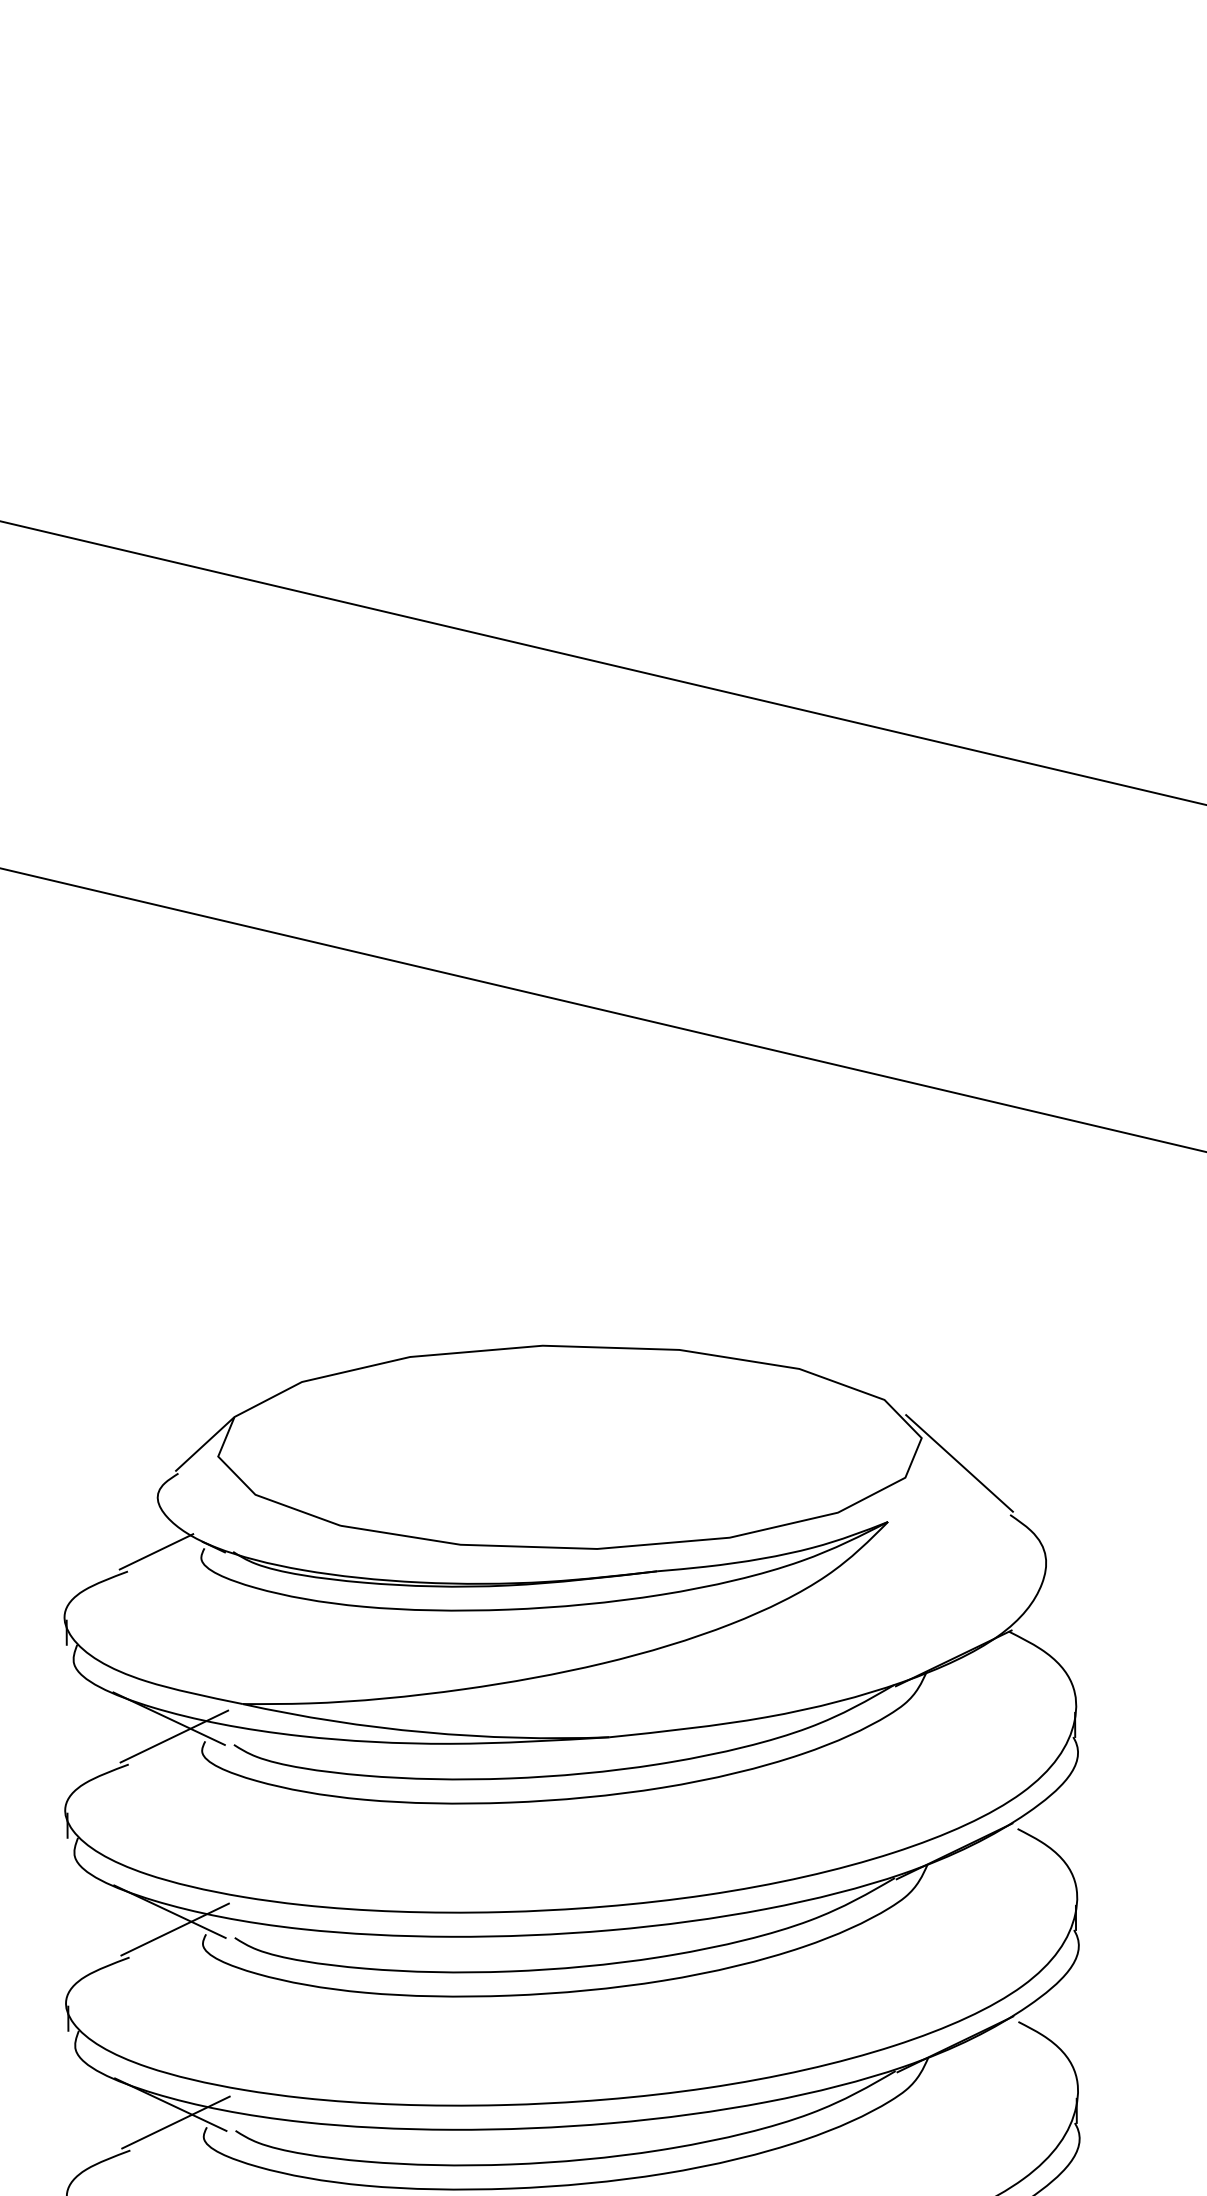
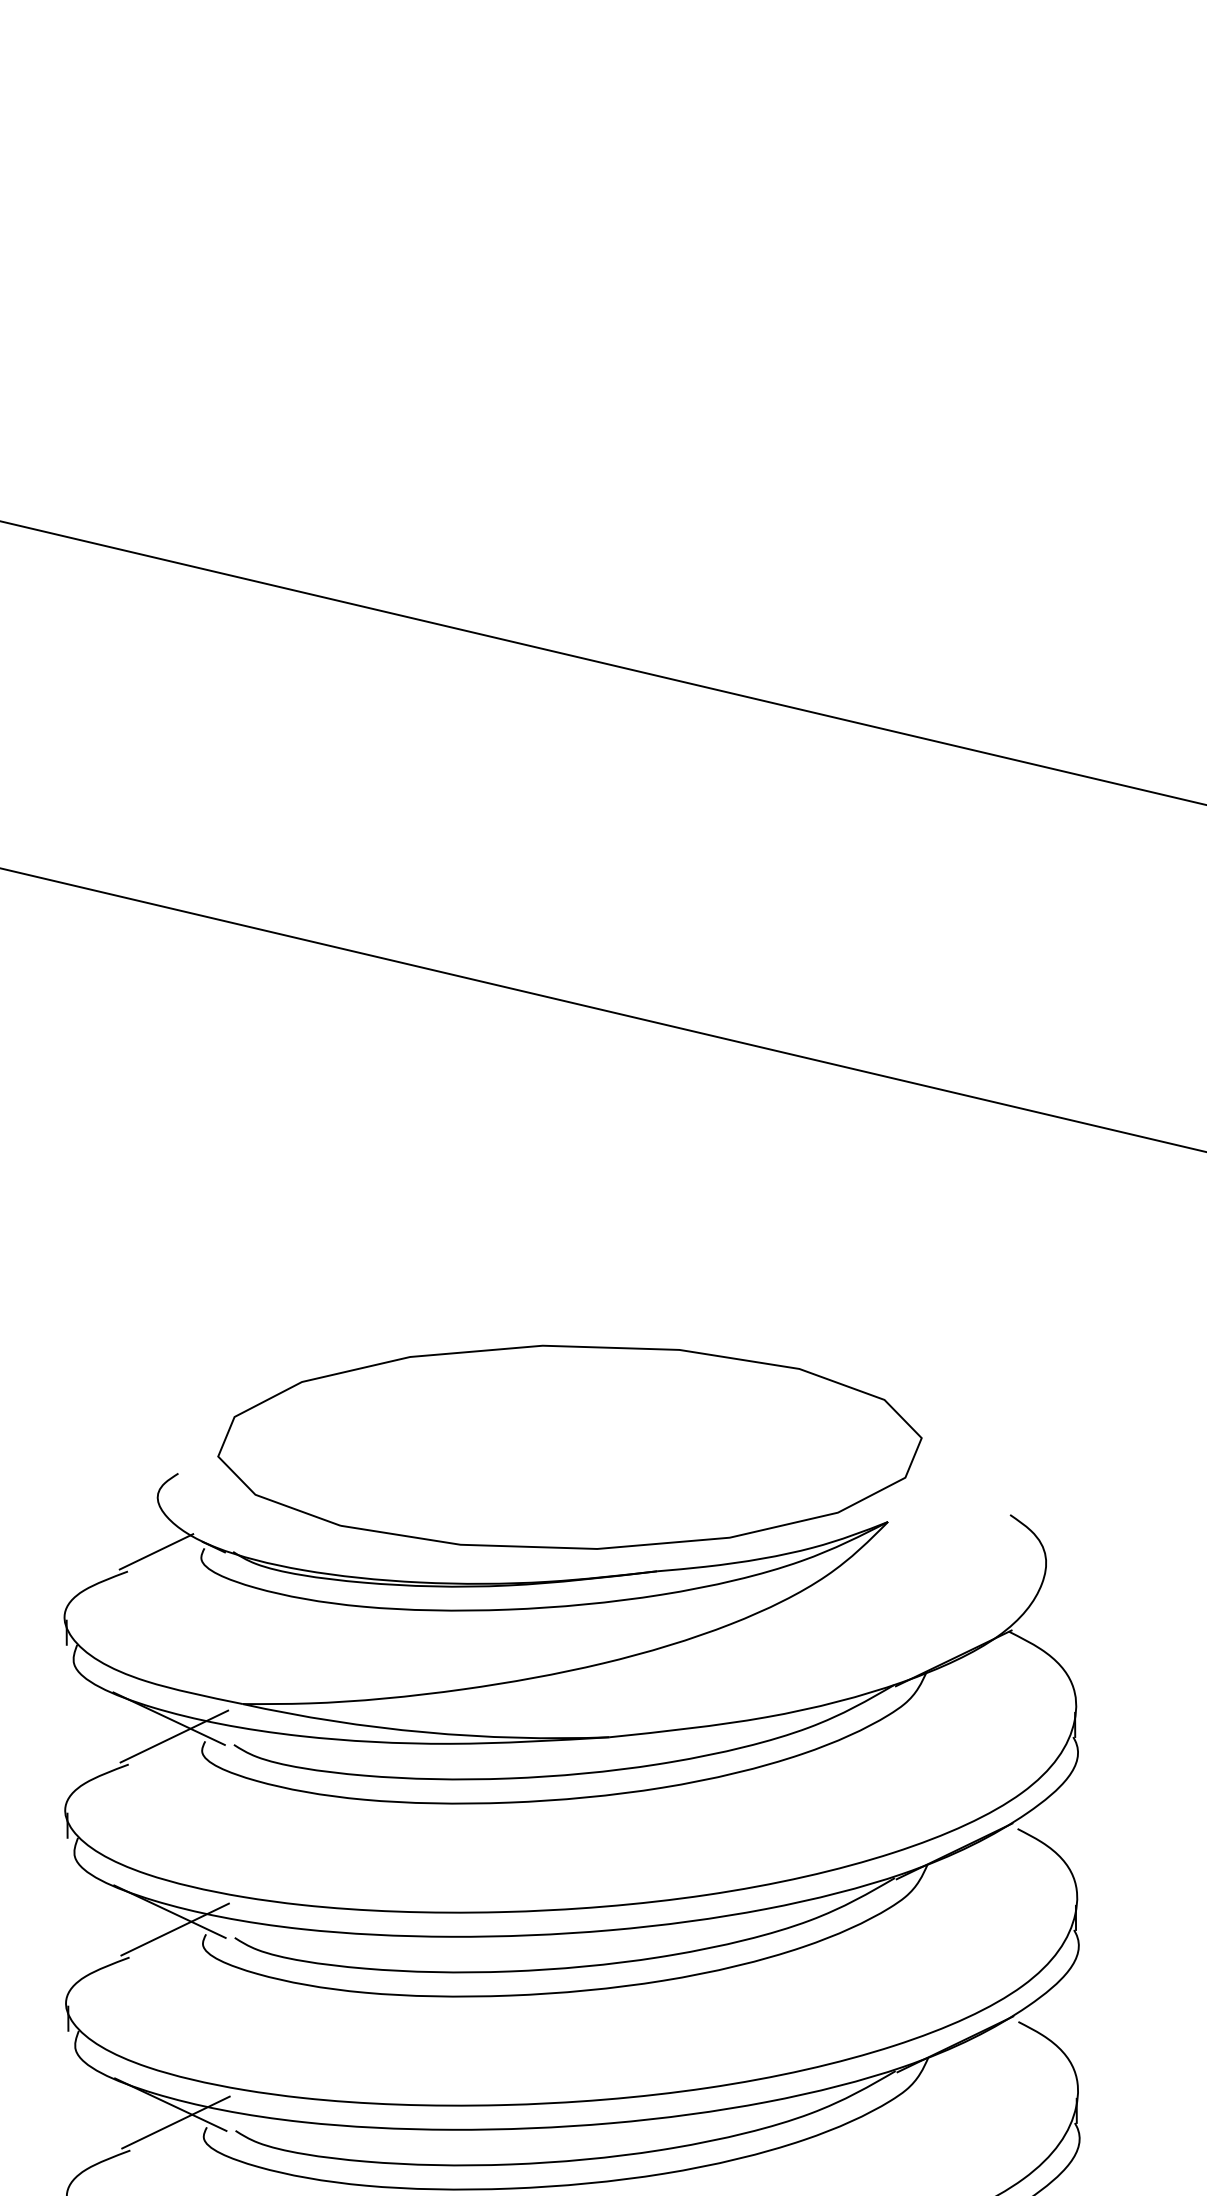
line at (204, 1443): present -> none
line at (959, 1463): present -> none
